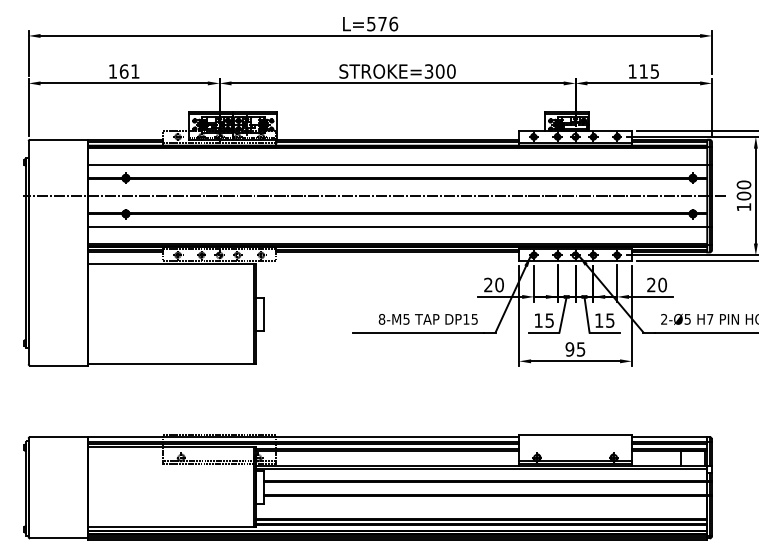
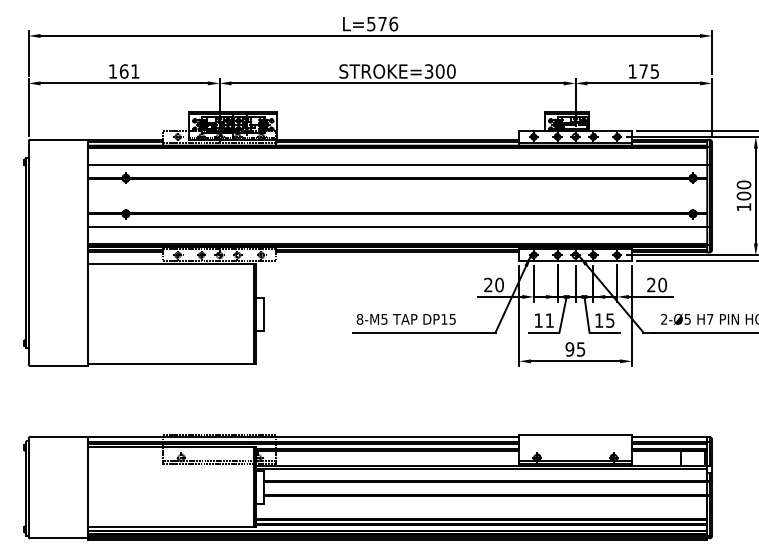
text at (643, 71): 115 -> 175
line at (374, 196): present -> none
text at (427, 319) position: (427, 319) -> (405, 319)
text at (549, 320): 15 -> 11
